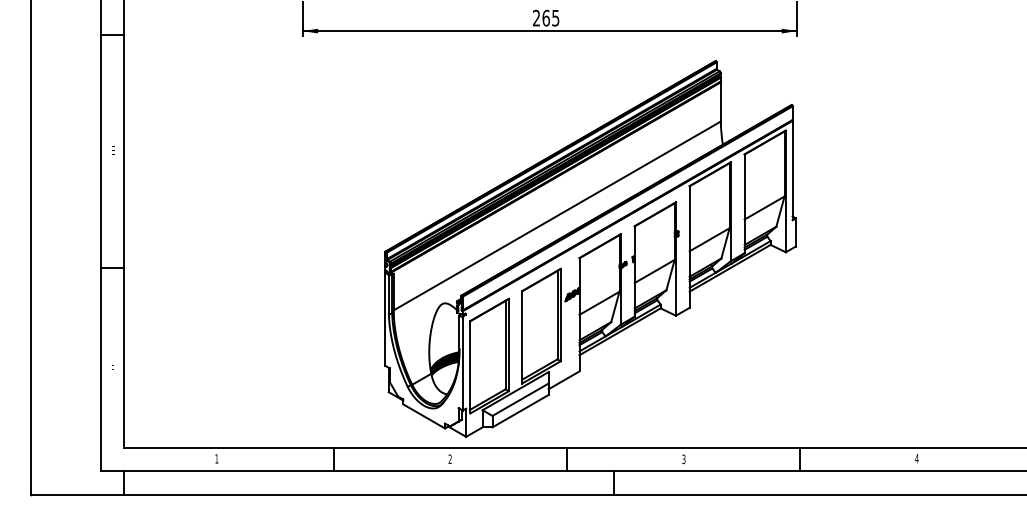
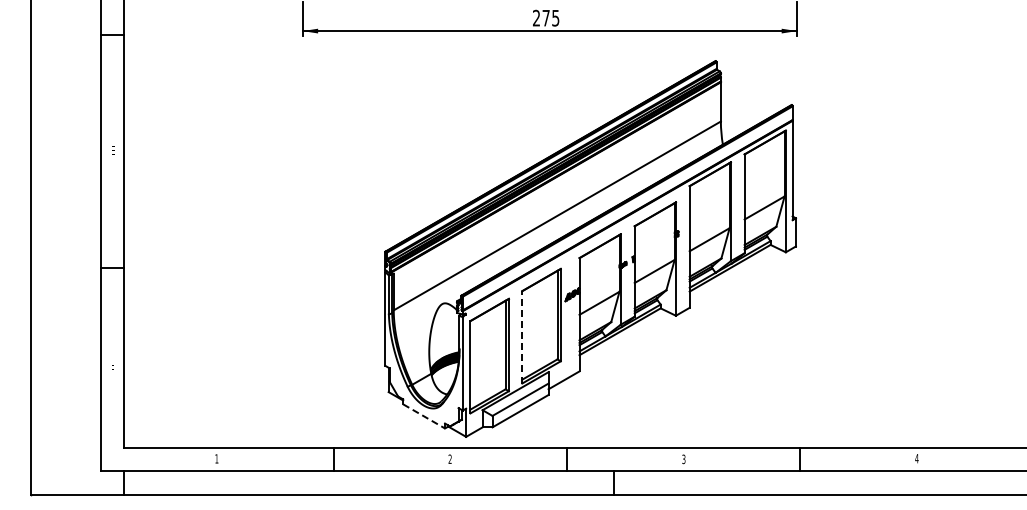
text at (545, 17): 265 -> 275
line at (522, 336): solid -> dashed
line at (424, 416): solid -> dashed
